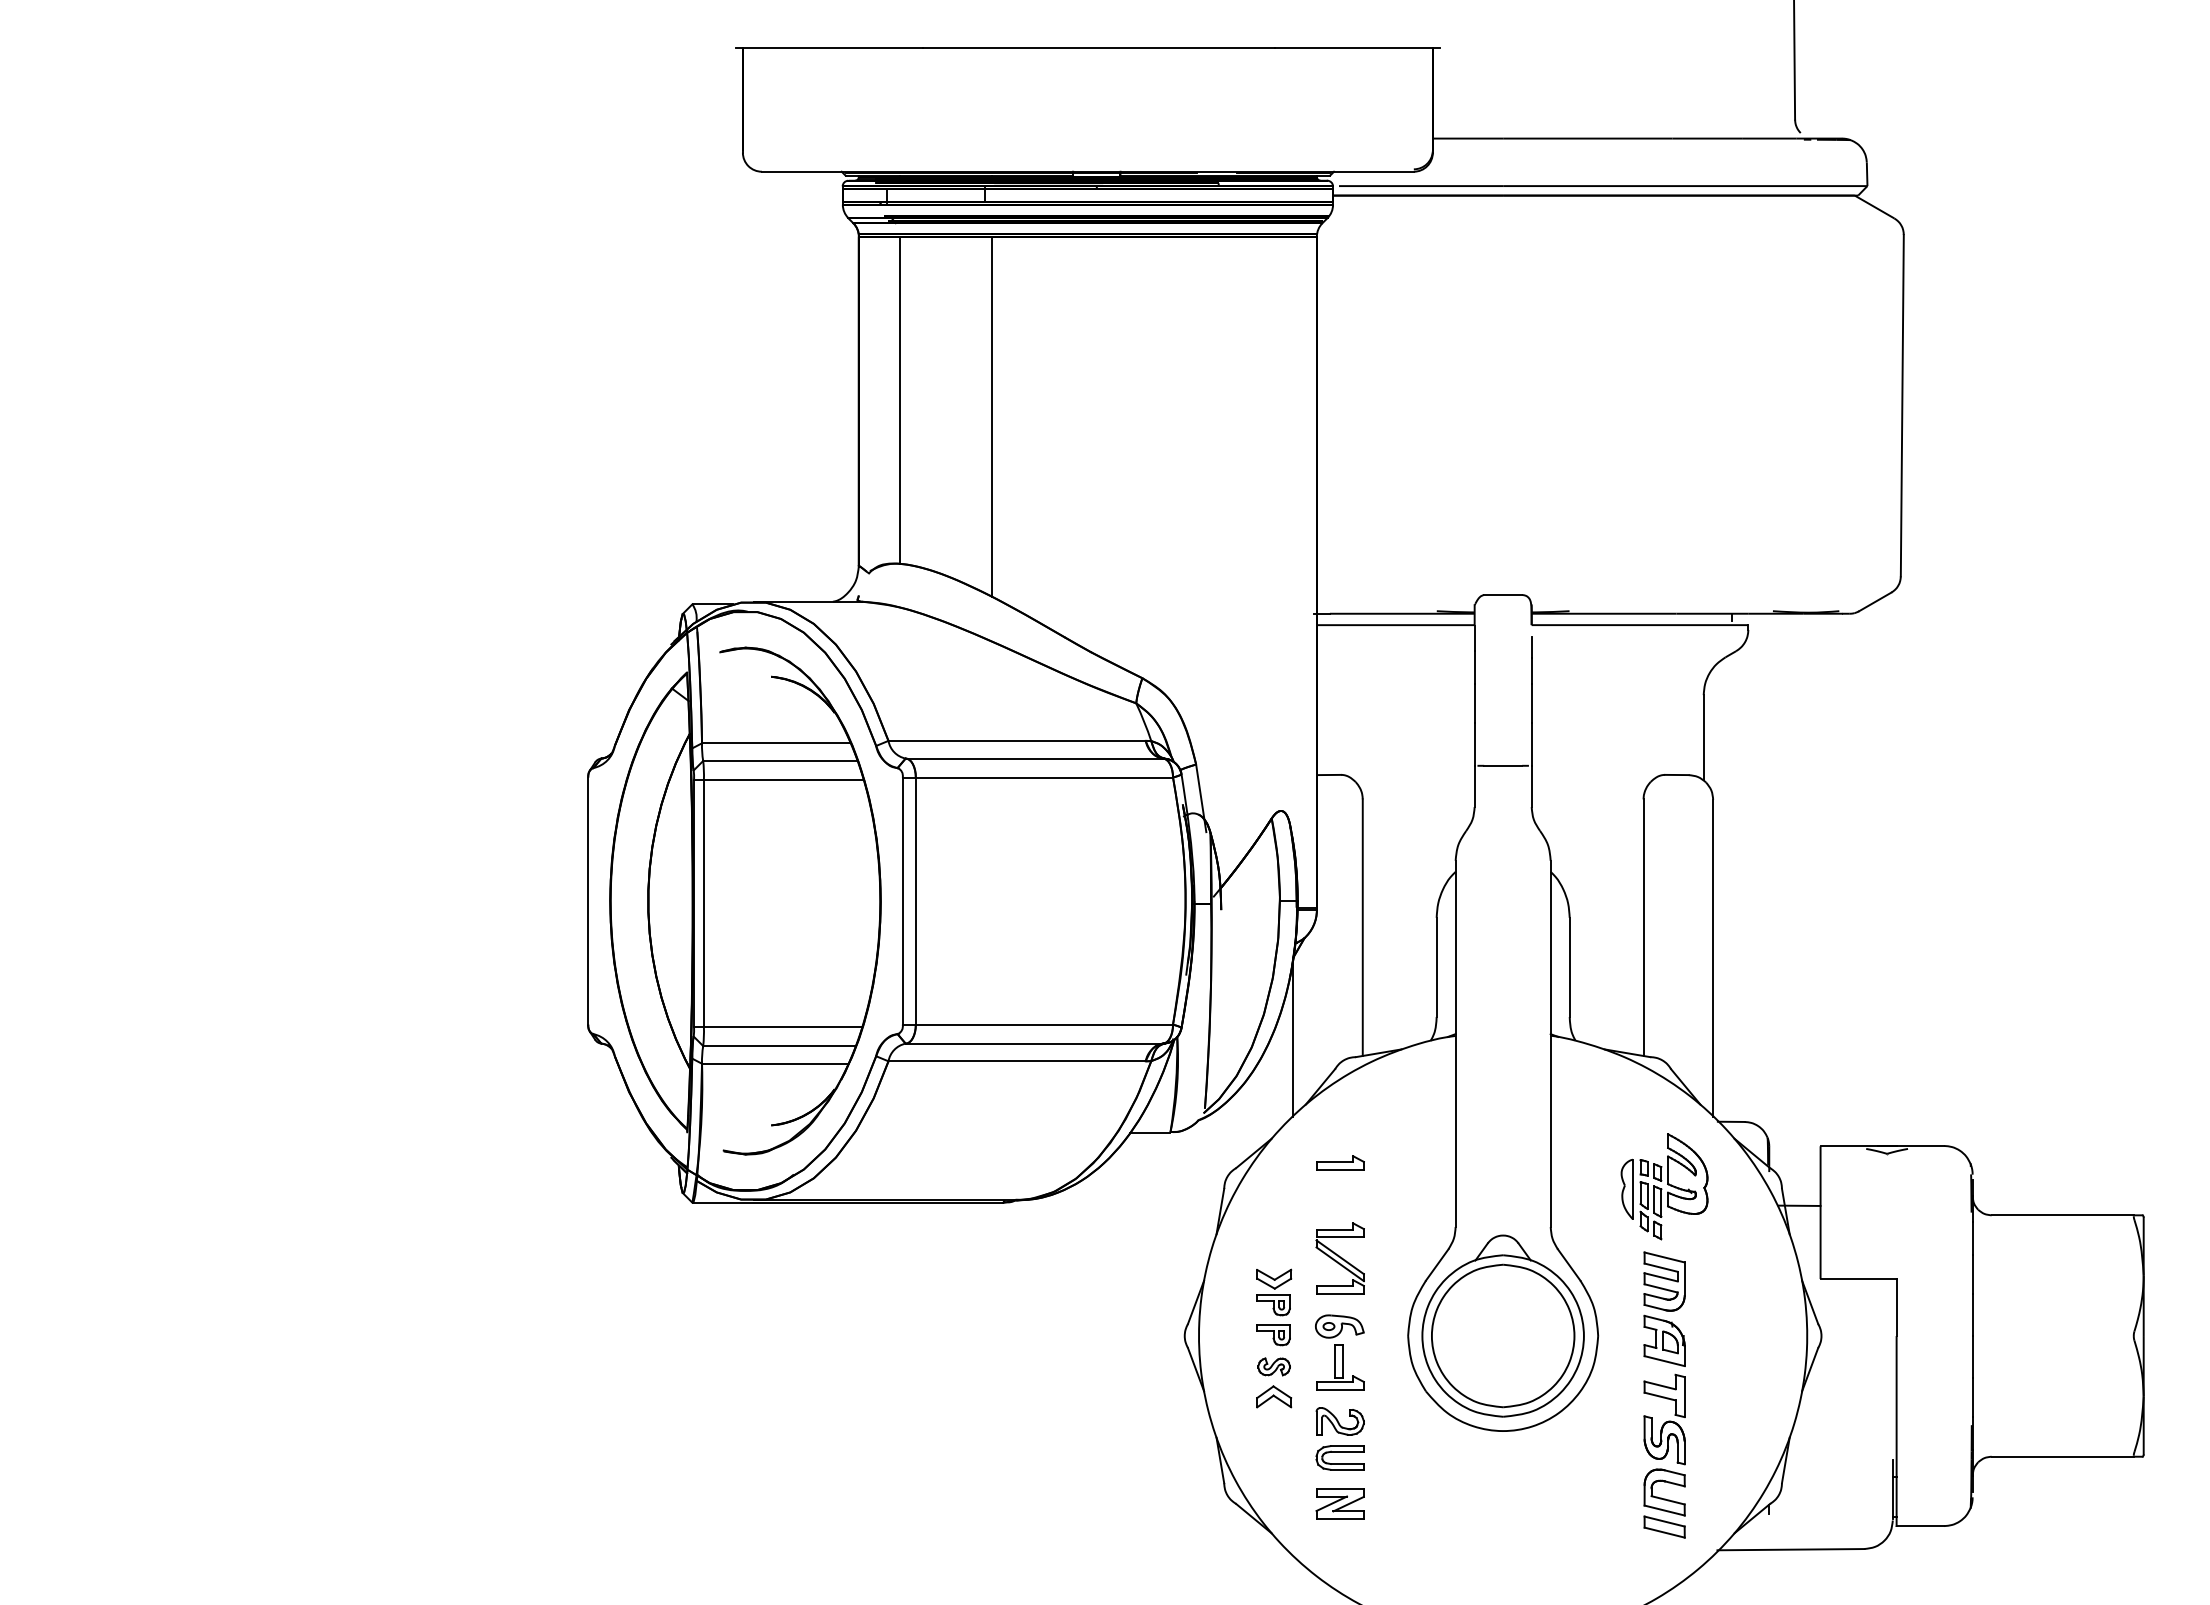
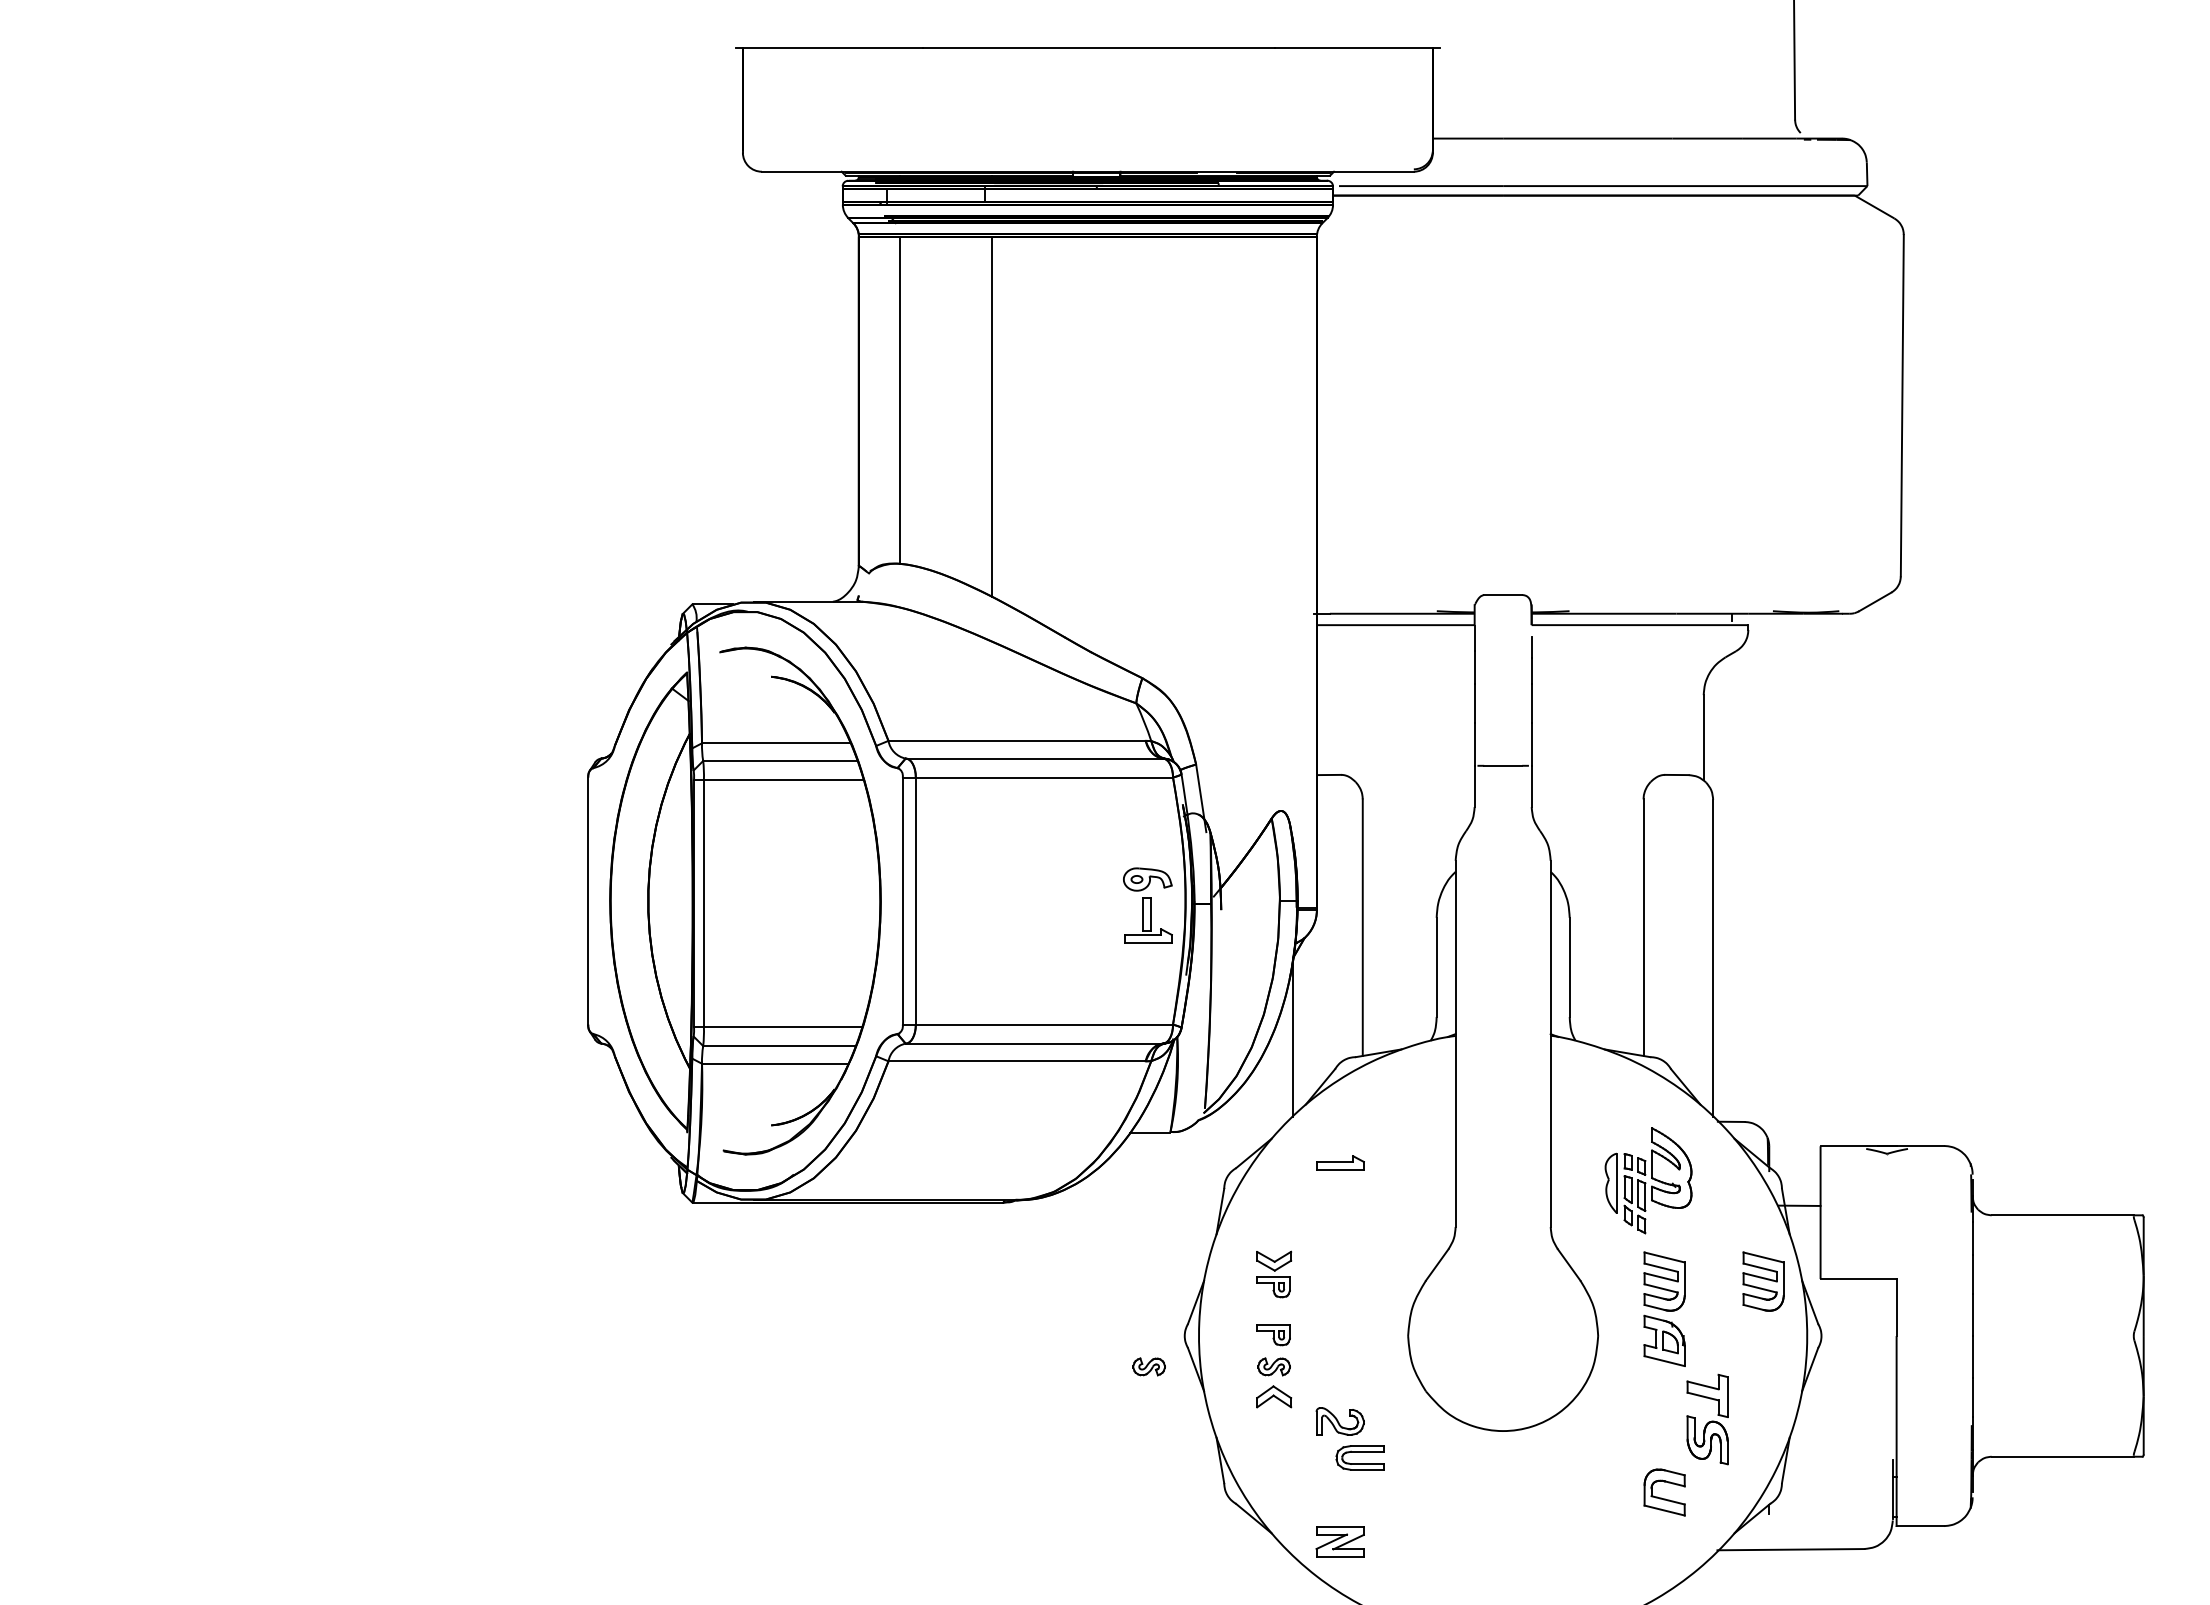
part at (1664, 1186) position: (1664, 1186) -> (1648, 1180)
part at (1339, 1258): present -> none
part at (1763, 1281): none -> present
part at (1274, 1292) position: (1274, 1292) -> (1274, 1274)
part at (1502, 1325): present -> none
part at (1339, 1352) position: (1339, 1352) -> (1147, 905)
part at (1148, 1366): none -> present
part at (1664, 1419) position: (1664, 1419) -> (1707, 1419)
part at (1339, 1457) position: (1339, 1457) -> (1359, 1457)
part at (1339, 1503) position: (1339, 1503) -> (1339, 1541)
part at (1664, 1526): present -> none
